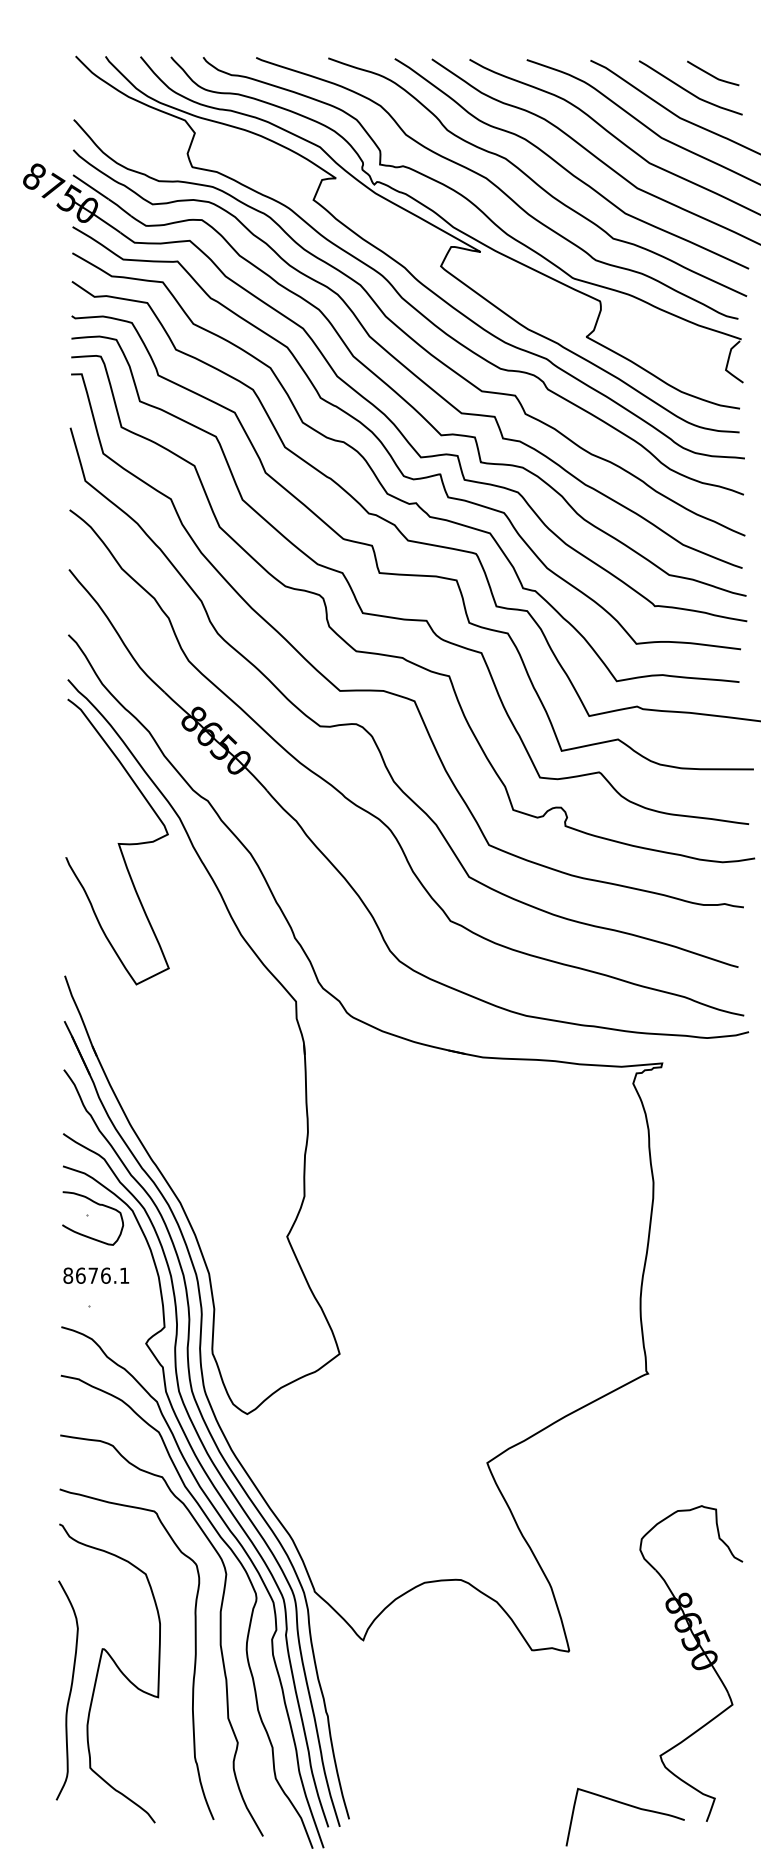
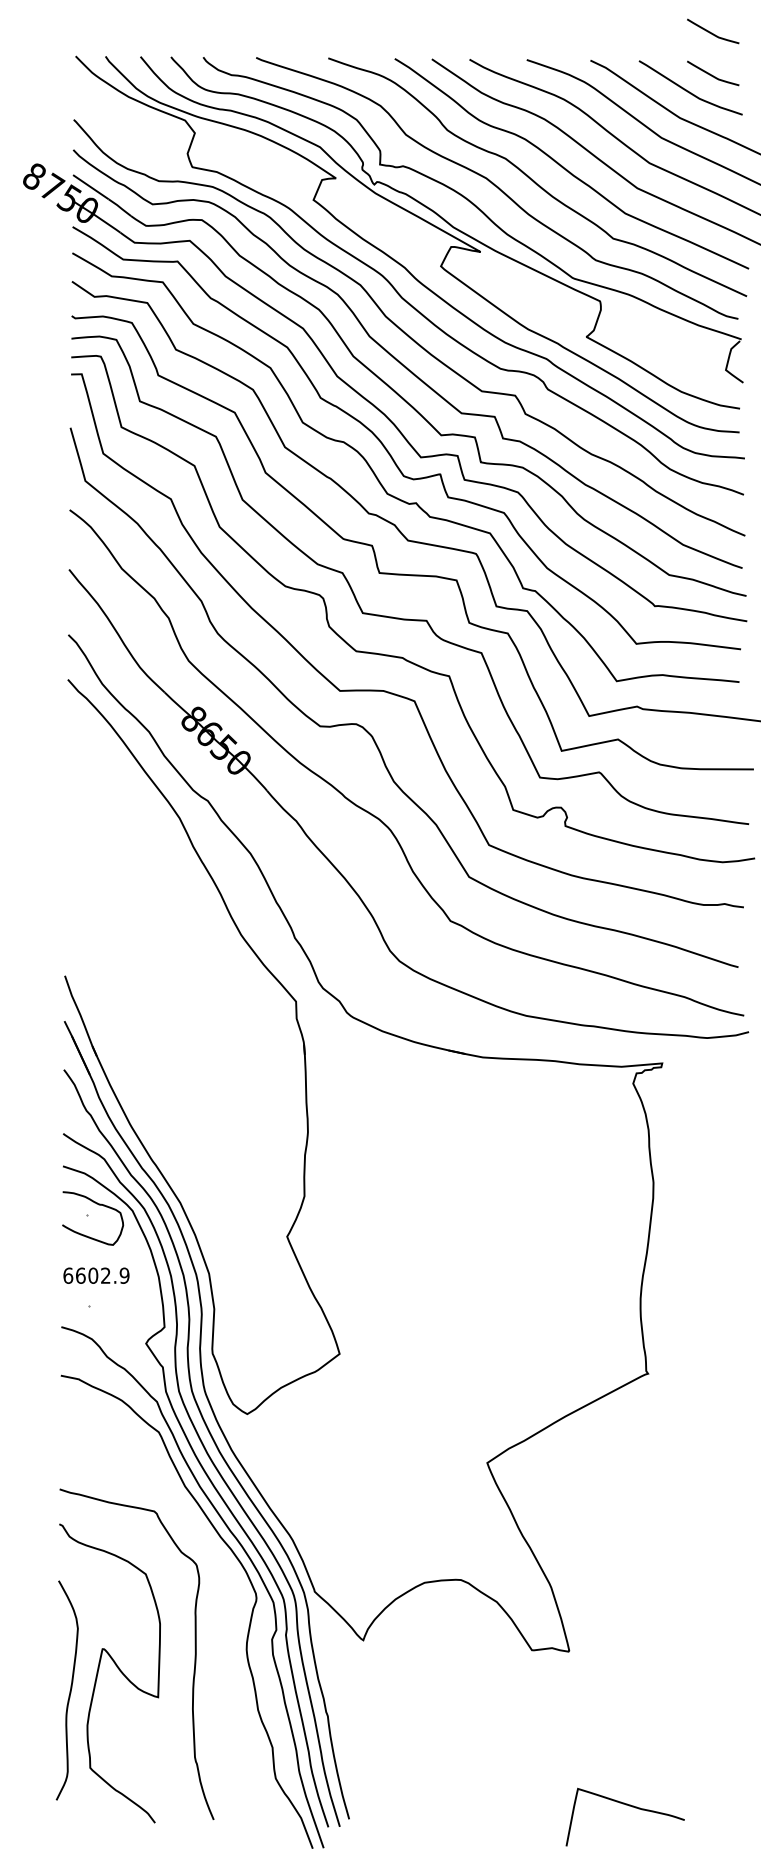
curve at (712, 32): none -> present
curve at (117, 843): present -> none
text at (96, 1275): 8676.1 -> 6602.9
curve at (219, 1635): present -> none
part at (691, 1663): present -> none
